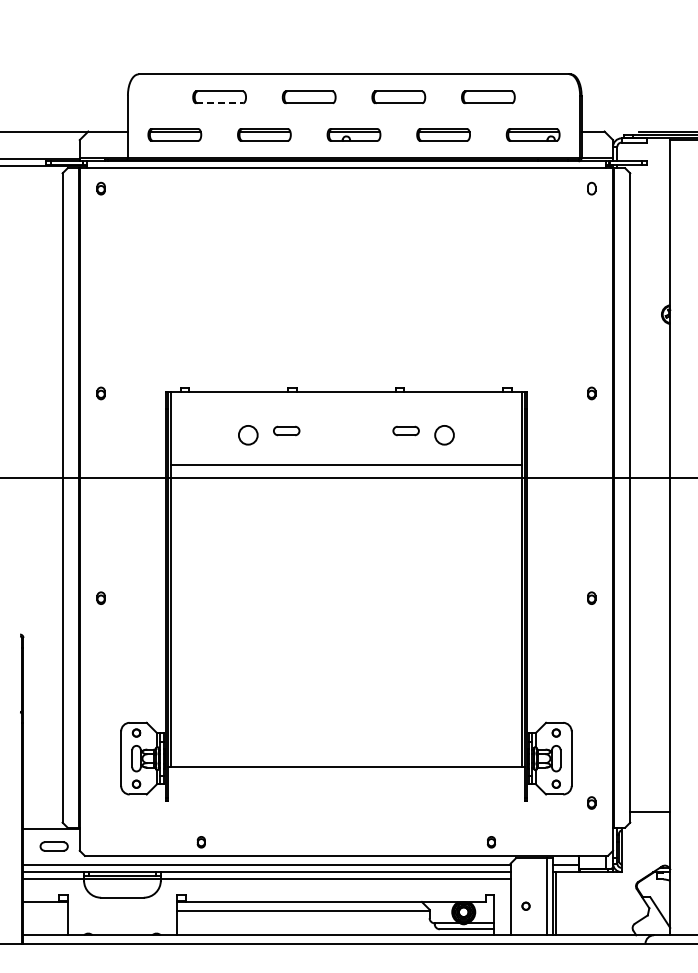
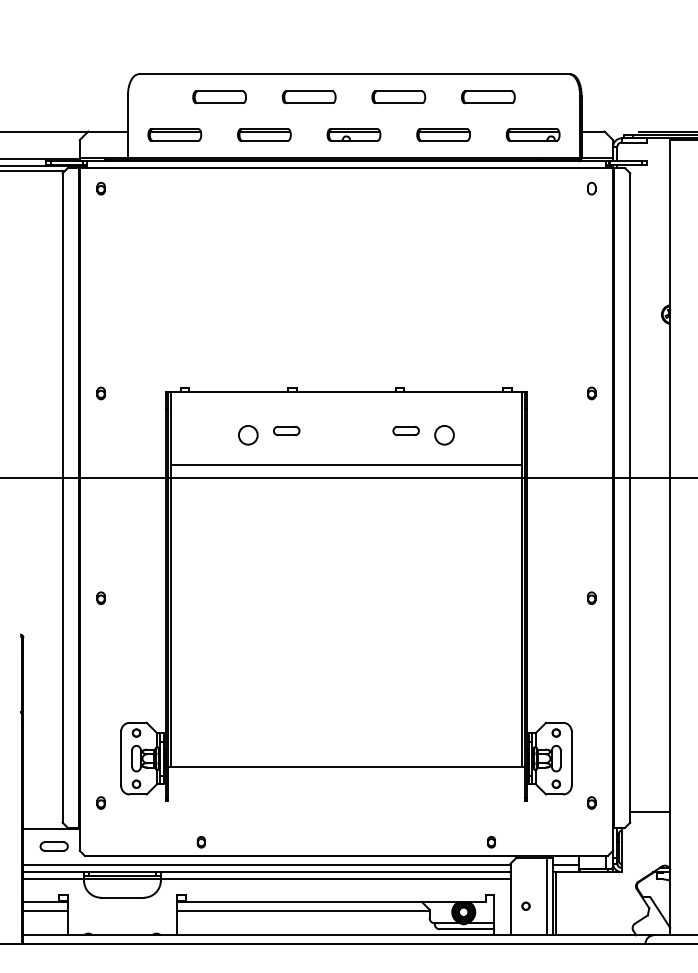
line at (220, 103): dashed -> solid
line at (33, 170): none -> present
part at (100, 802): none -> present
line at (45, 910): none -> present
